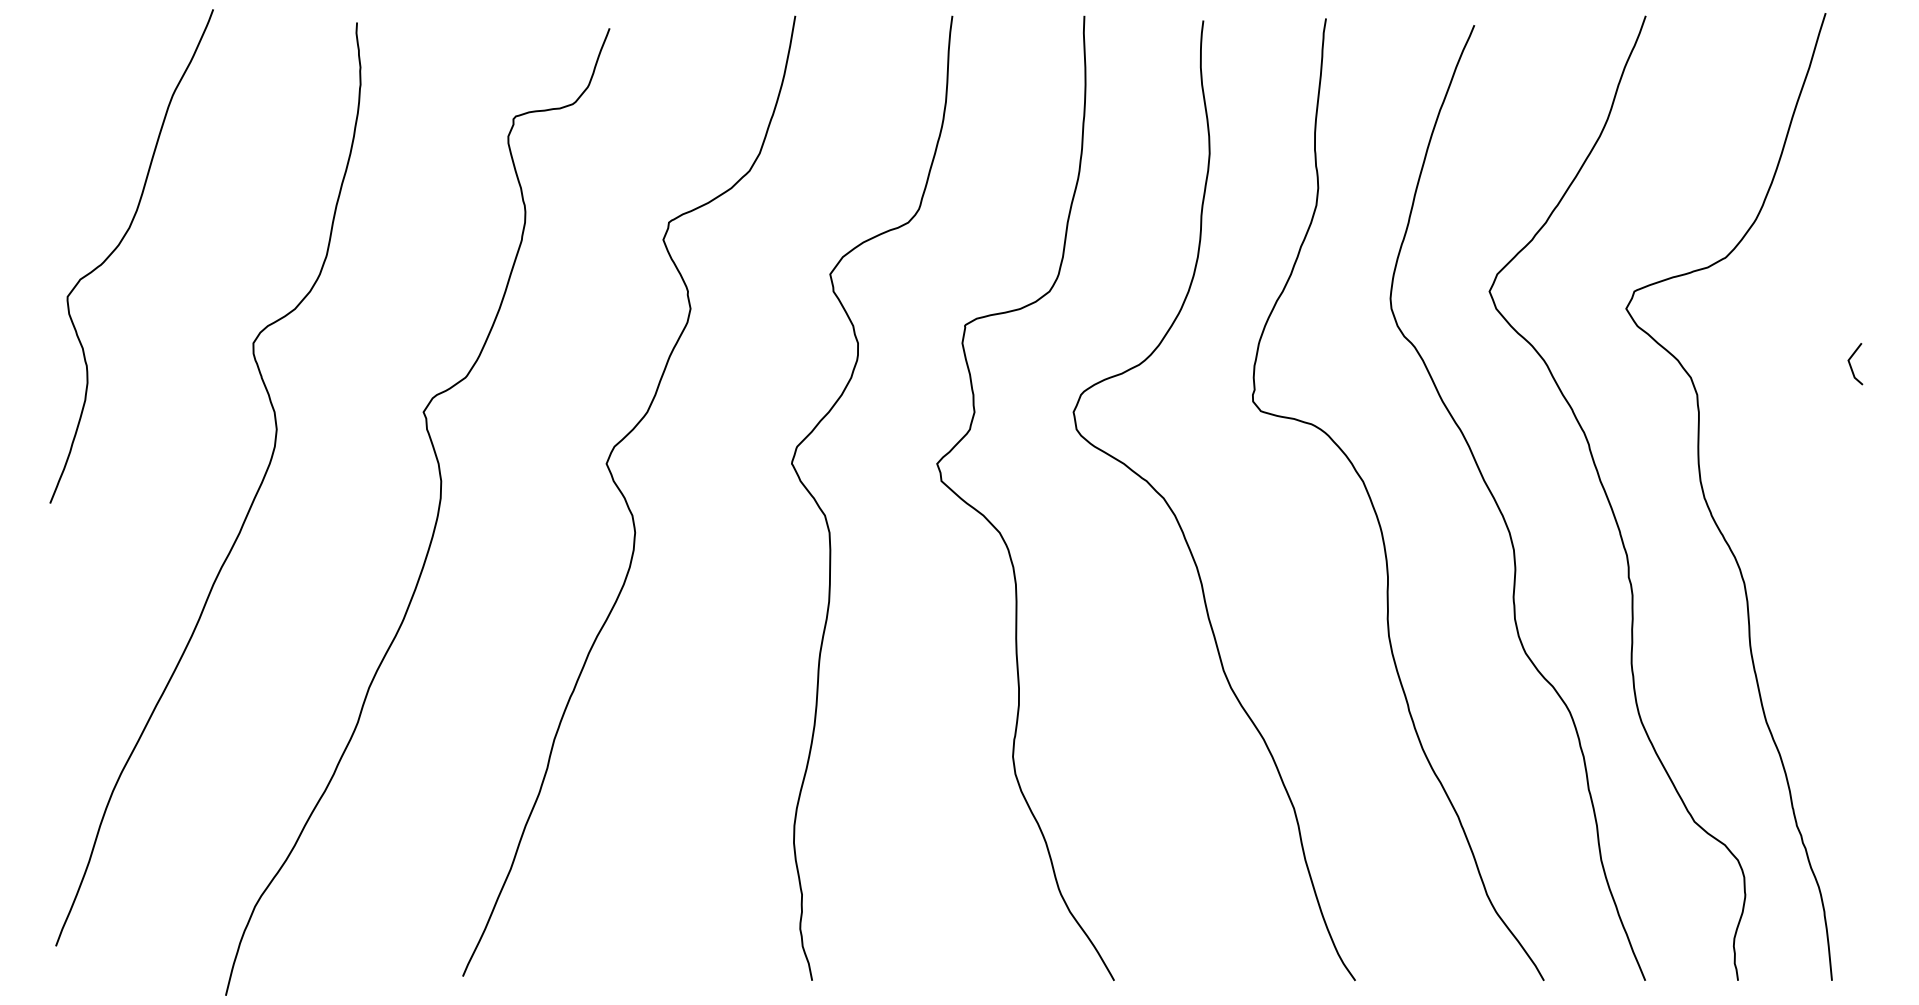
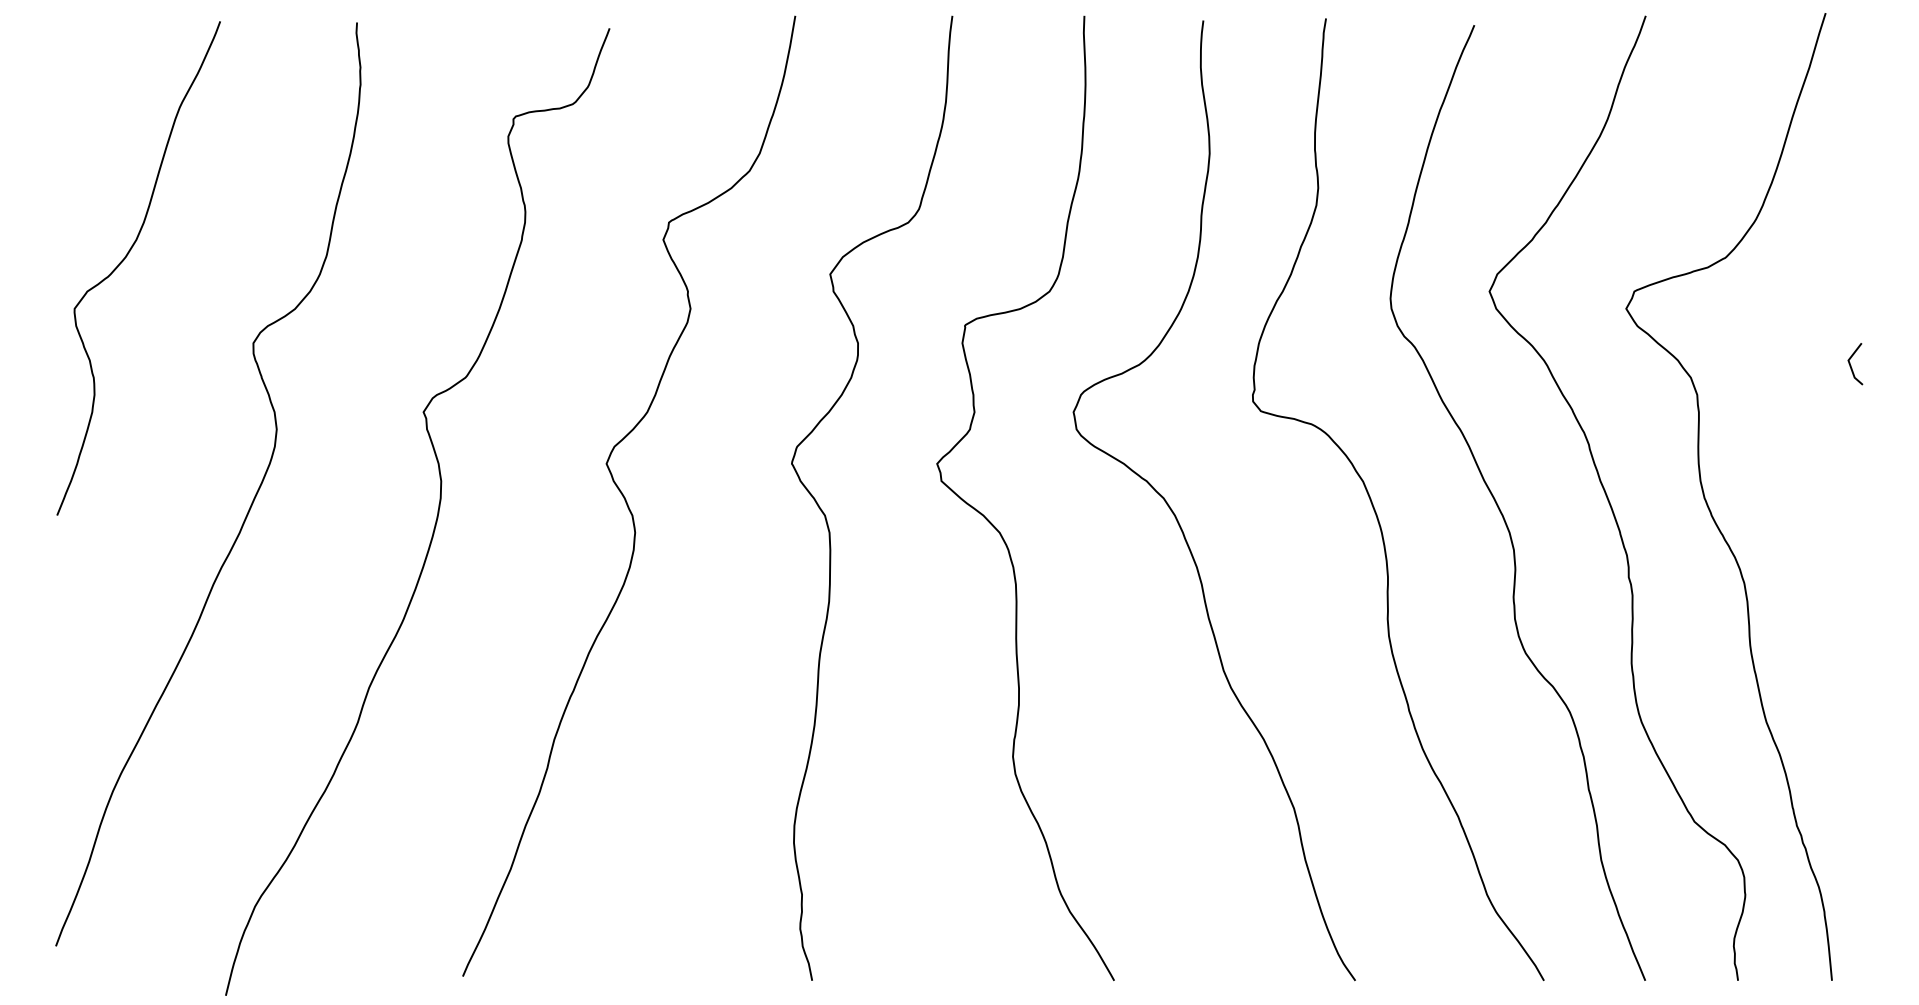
curve at (117, 248) position: (117, 248) -> (124, 260)
